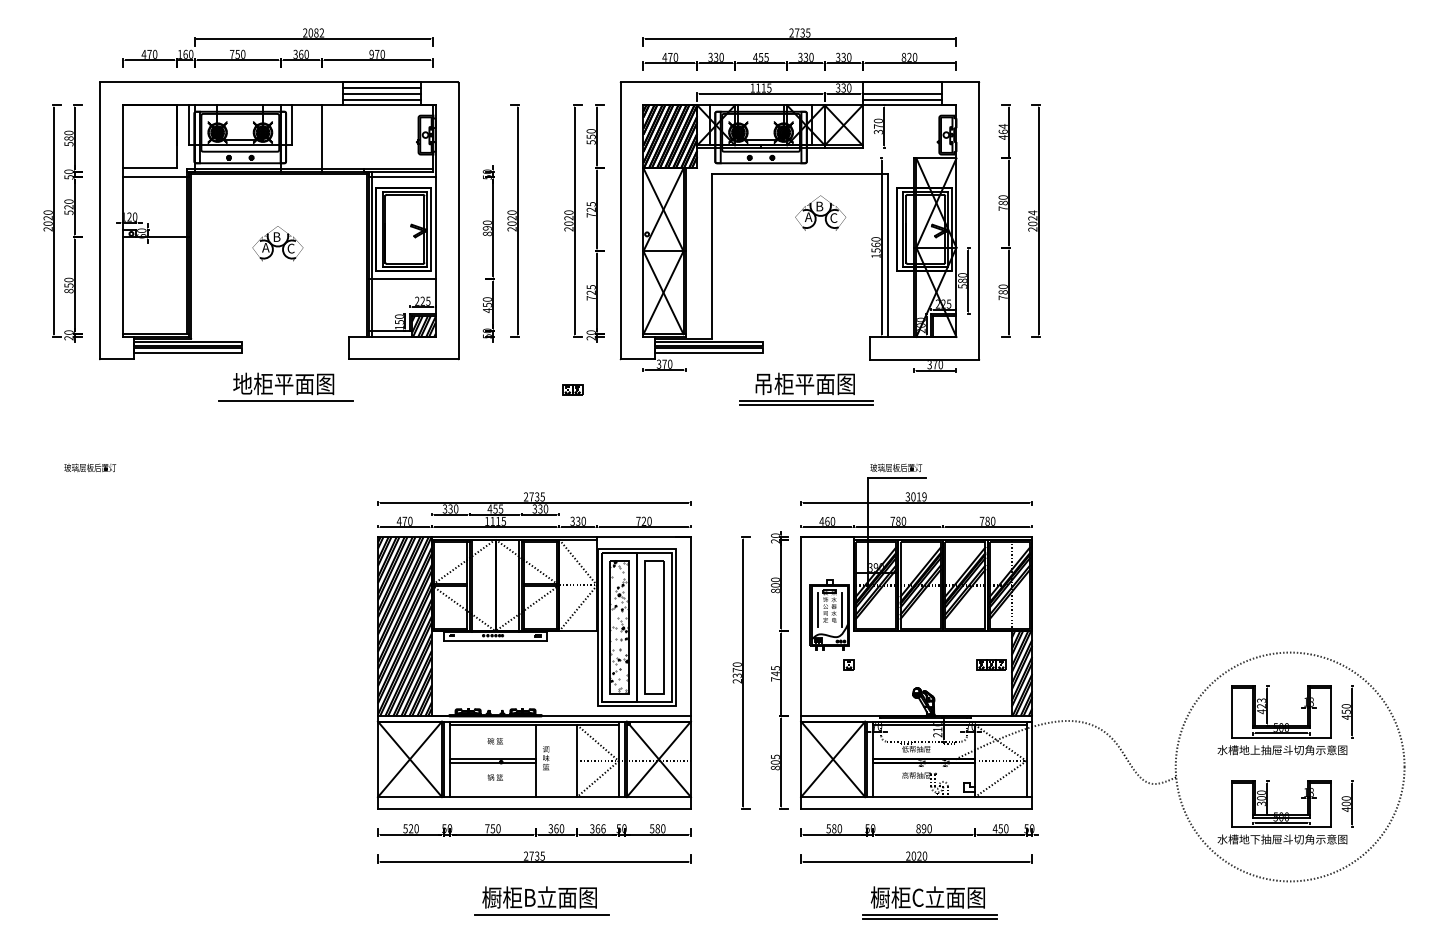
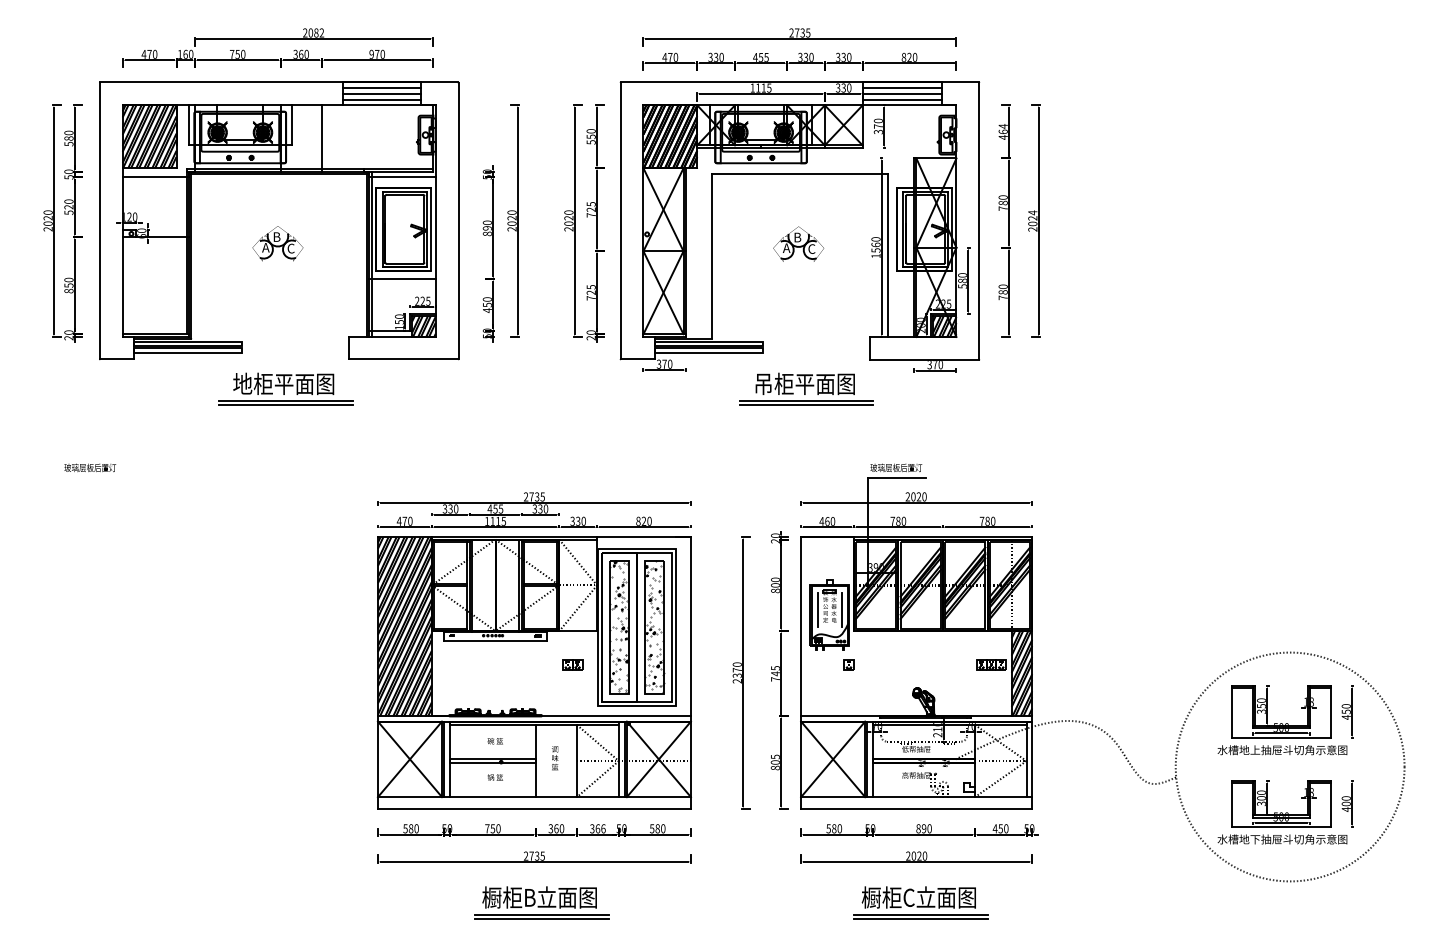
line at (902, 88): none -> present
hatch at (149, 136): none -> present
part at (820, 212) position: (820, 212) -> (798, 243)
hatch at (944, 326): none -> present
part at (572, 389) position: (572, 389) -> (572, 664)
line at (285, 405): none -> present
text at (915, 496): 3019 -> 2020
text at (638, 520): 720 -> 820
hatch at (654, 626): none -> present
text at (1261, 706): 423 -> 350
text at (546, 758) position: (546, 758) -> (555, 758)
text at (410, 828): 520 -> 580
part at (929, 902) position: (929, 902) -> (920, 902)
line at (541, 918): none -> present
